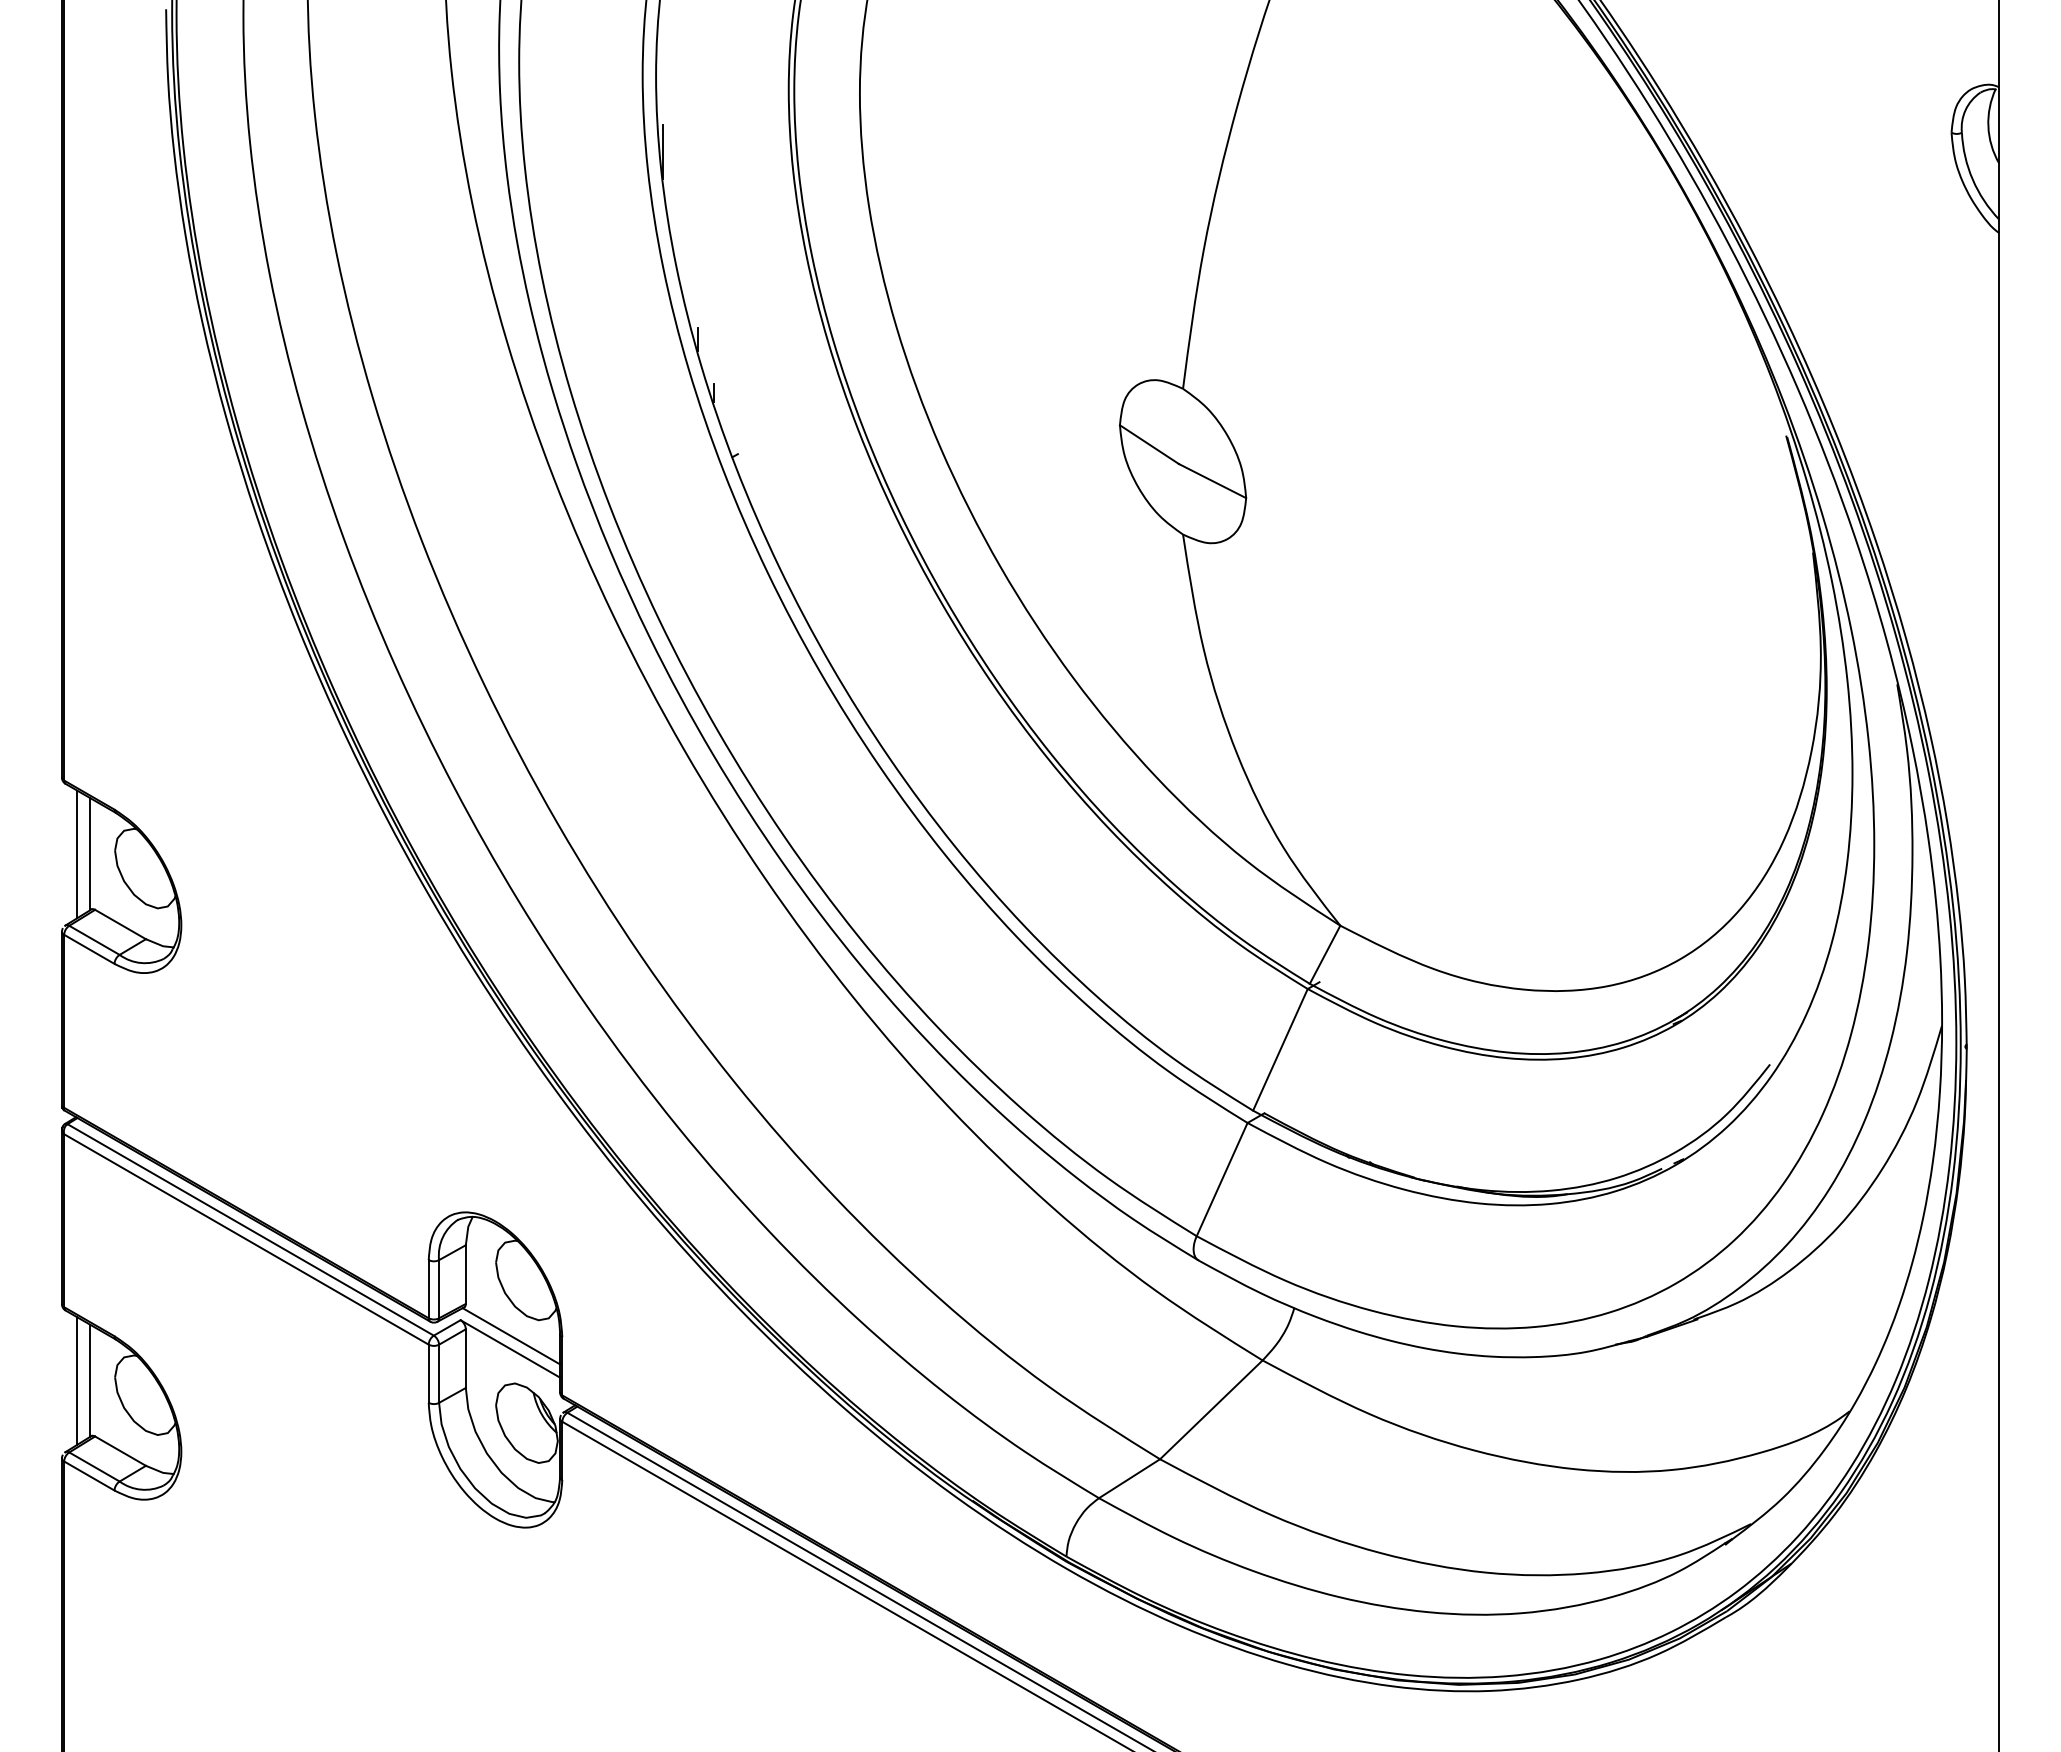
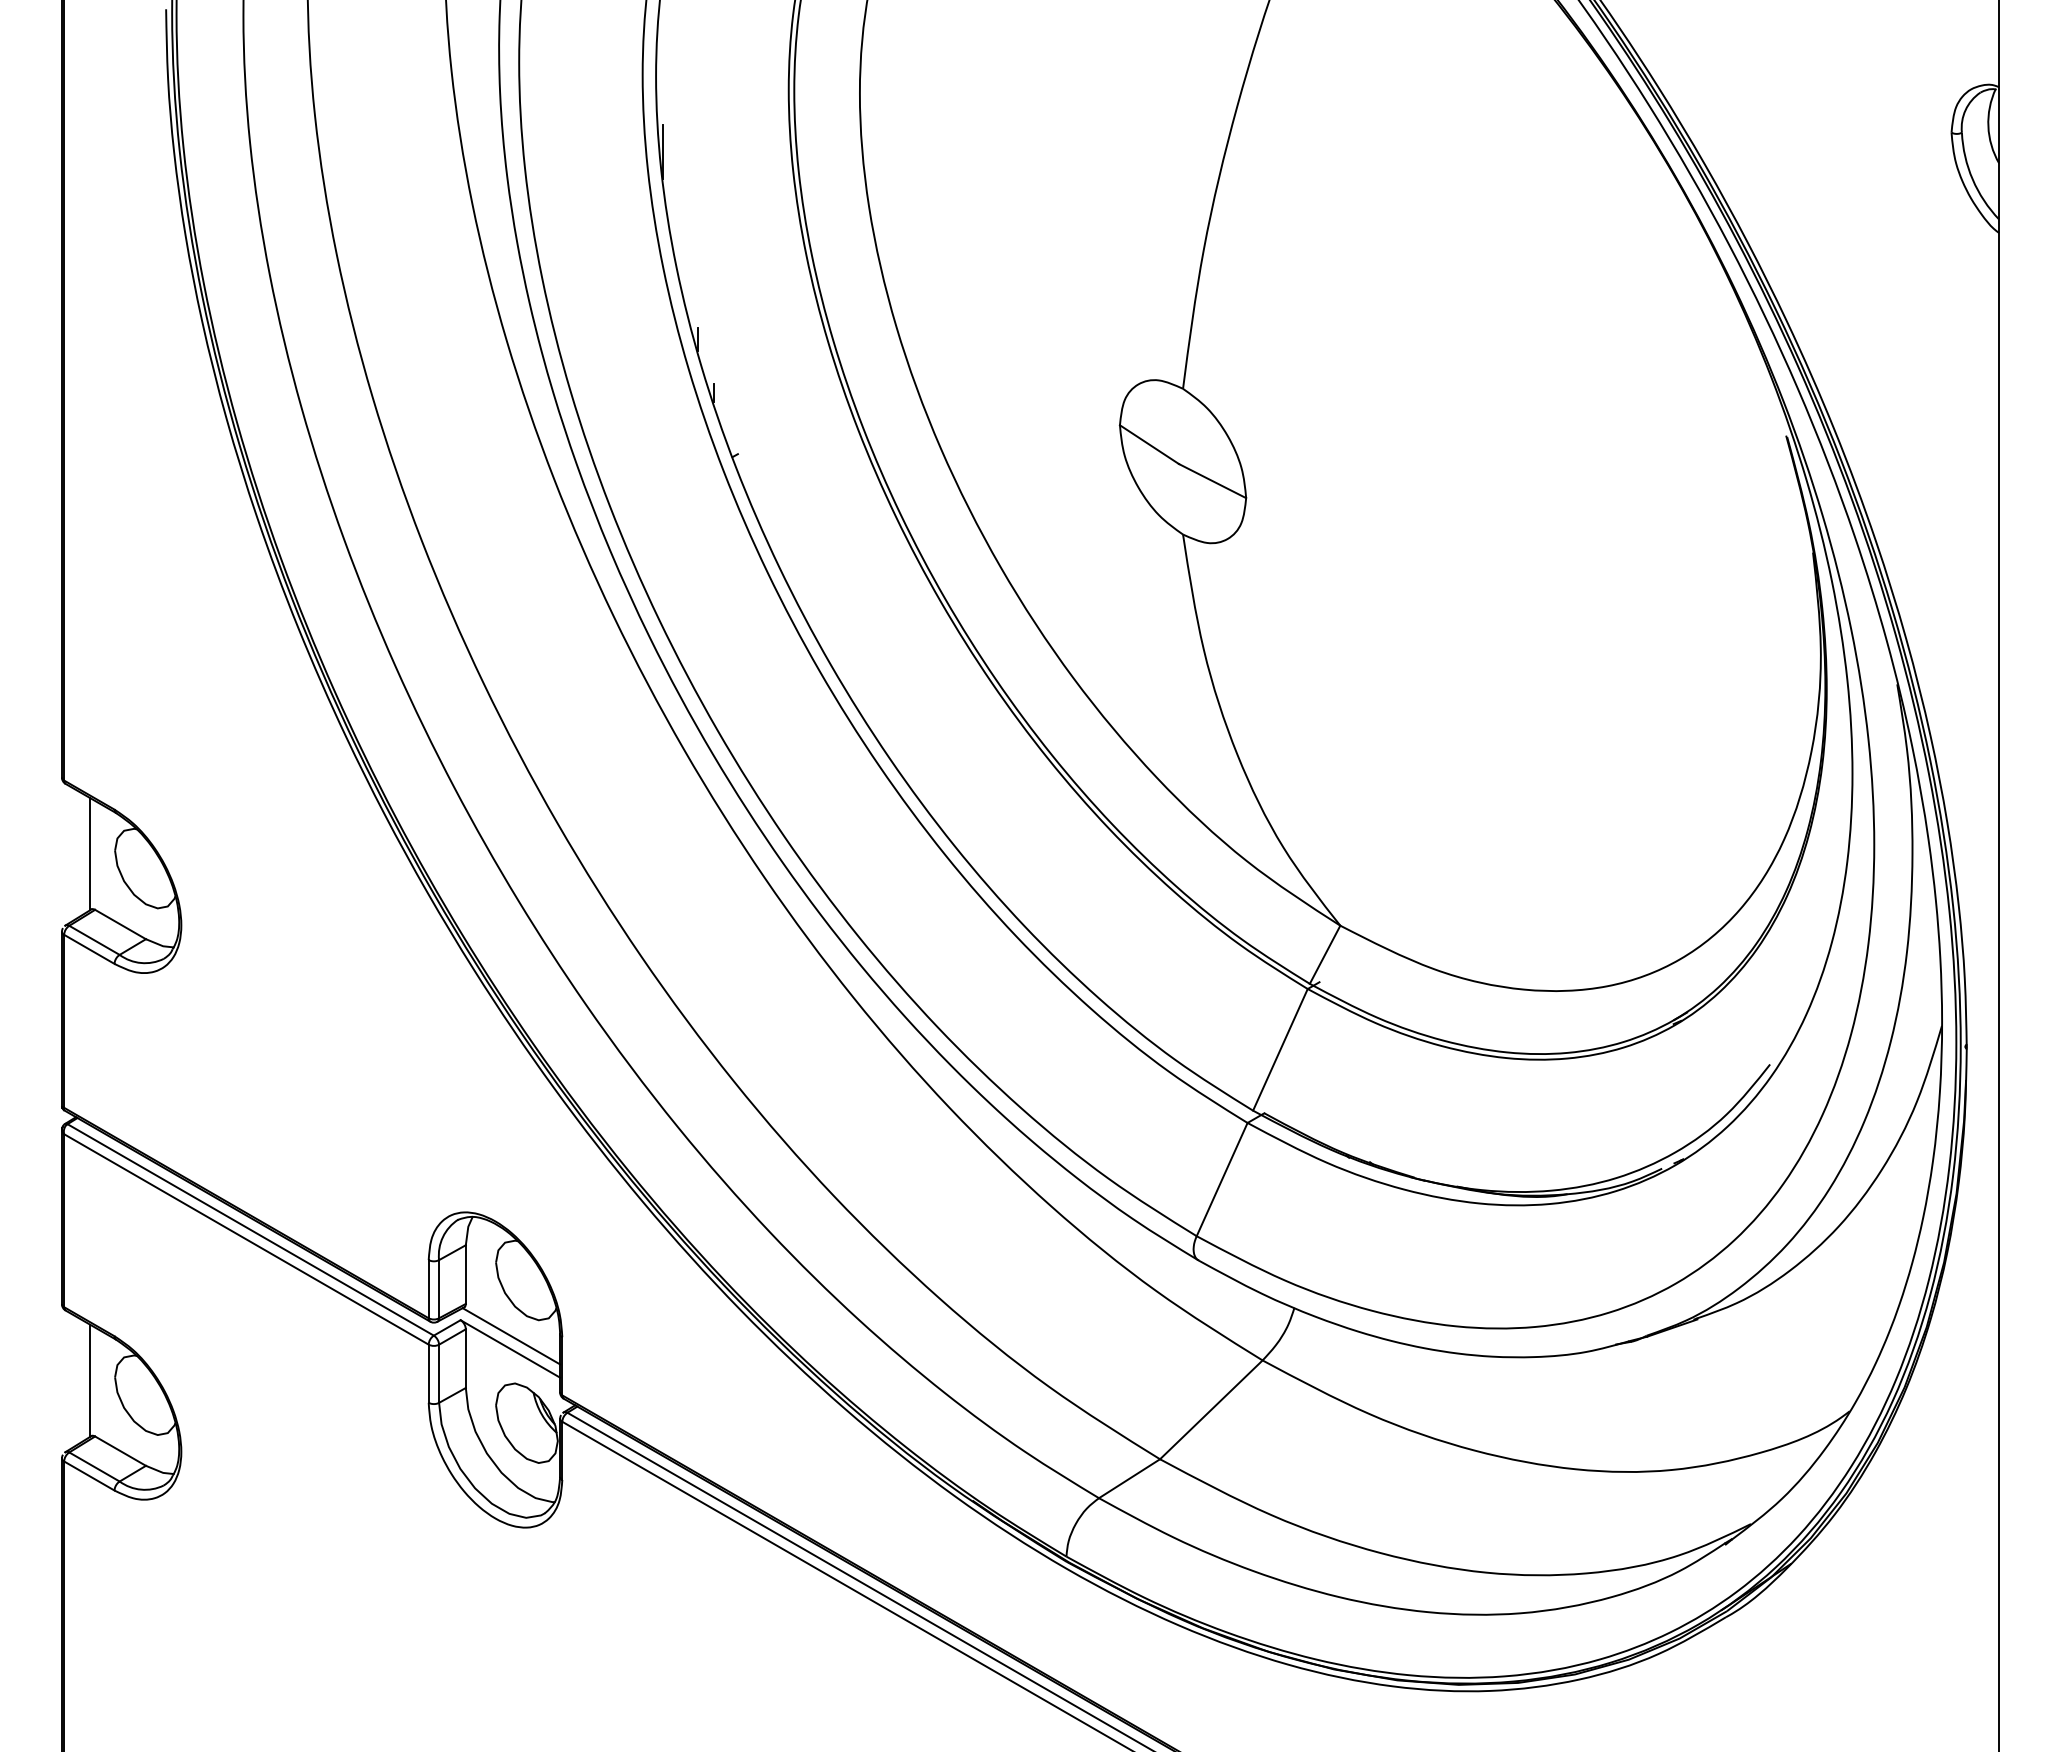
line at (77, 854): present -> none
line at (77, 1380): present -> none
